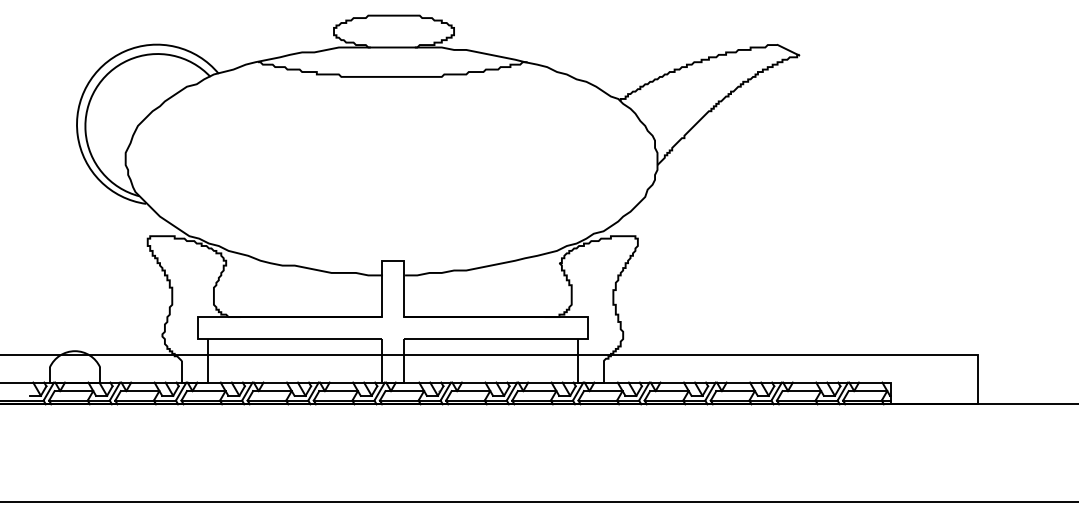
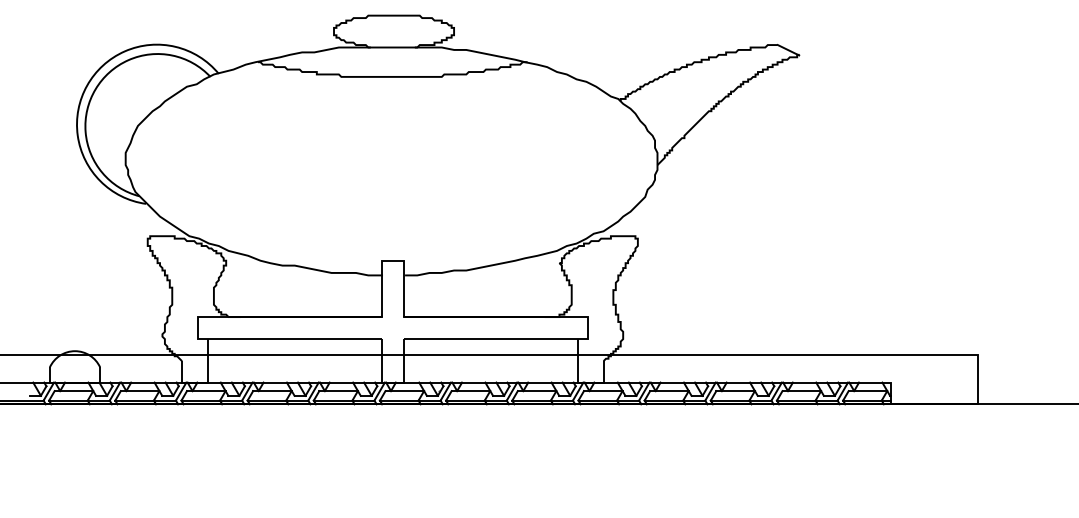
line at (538, 502): present -> none
